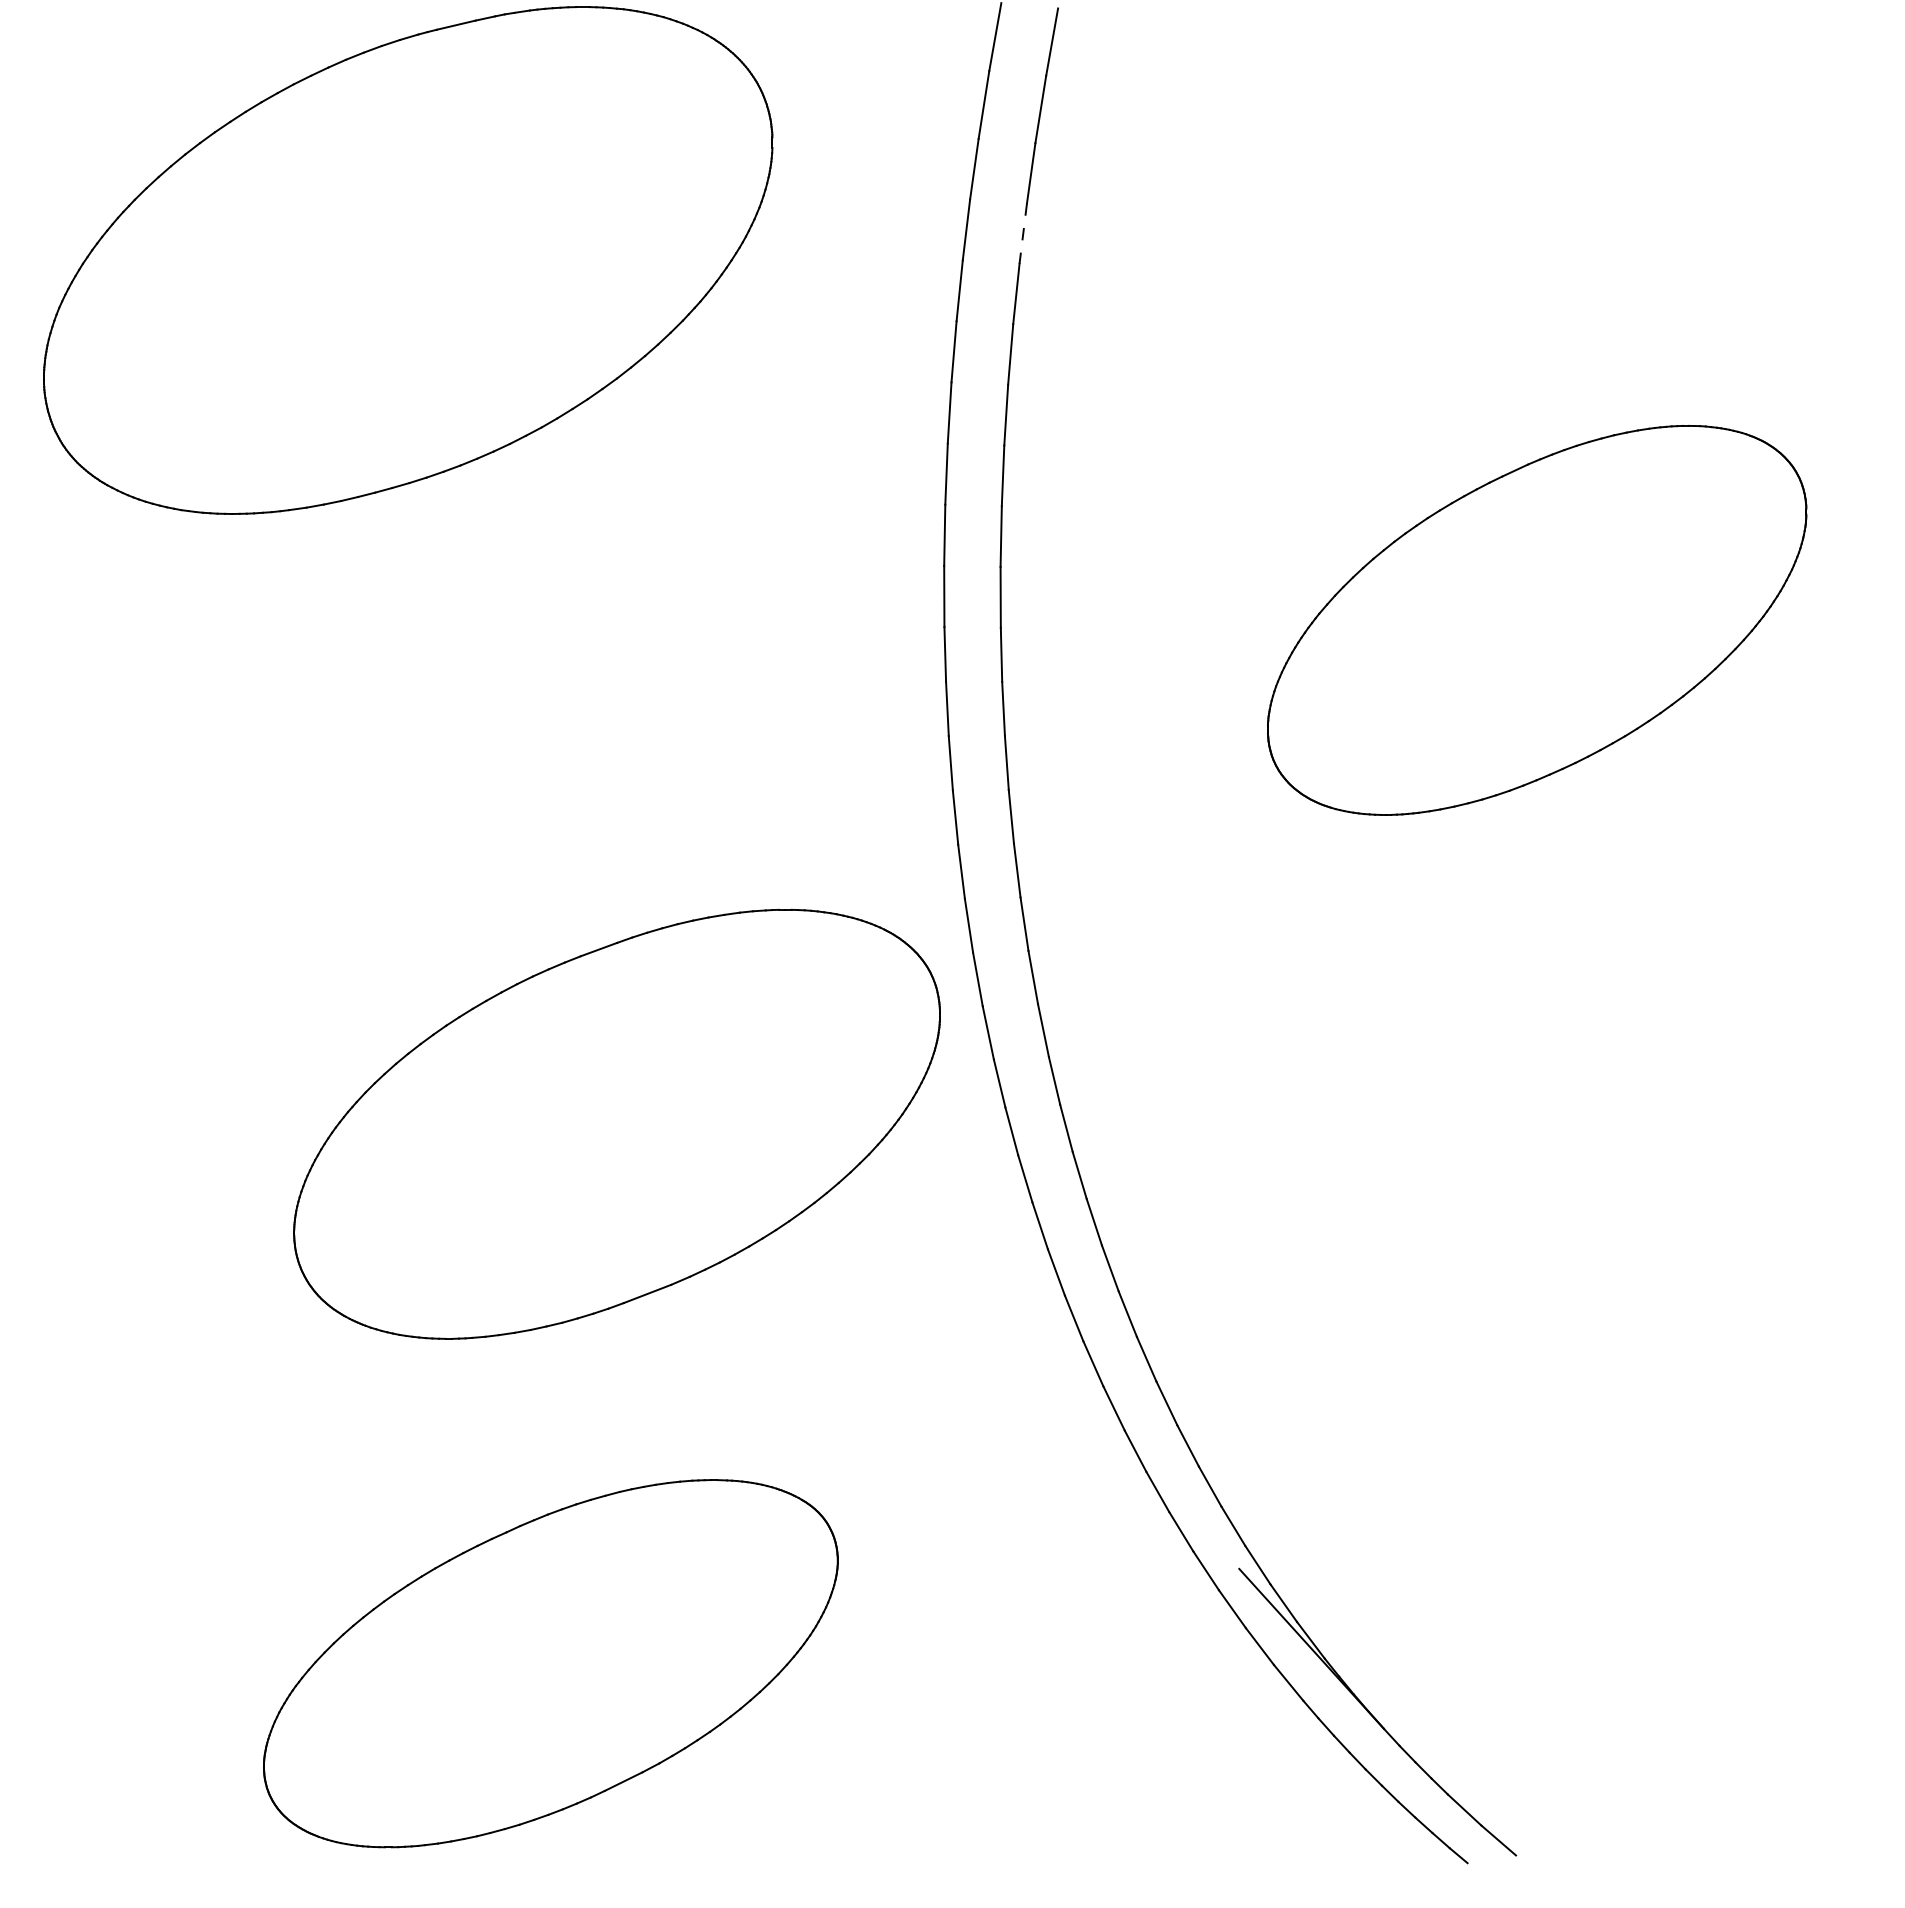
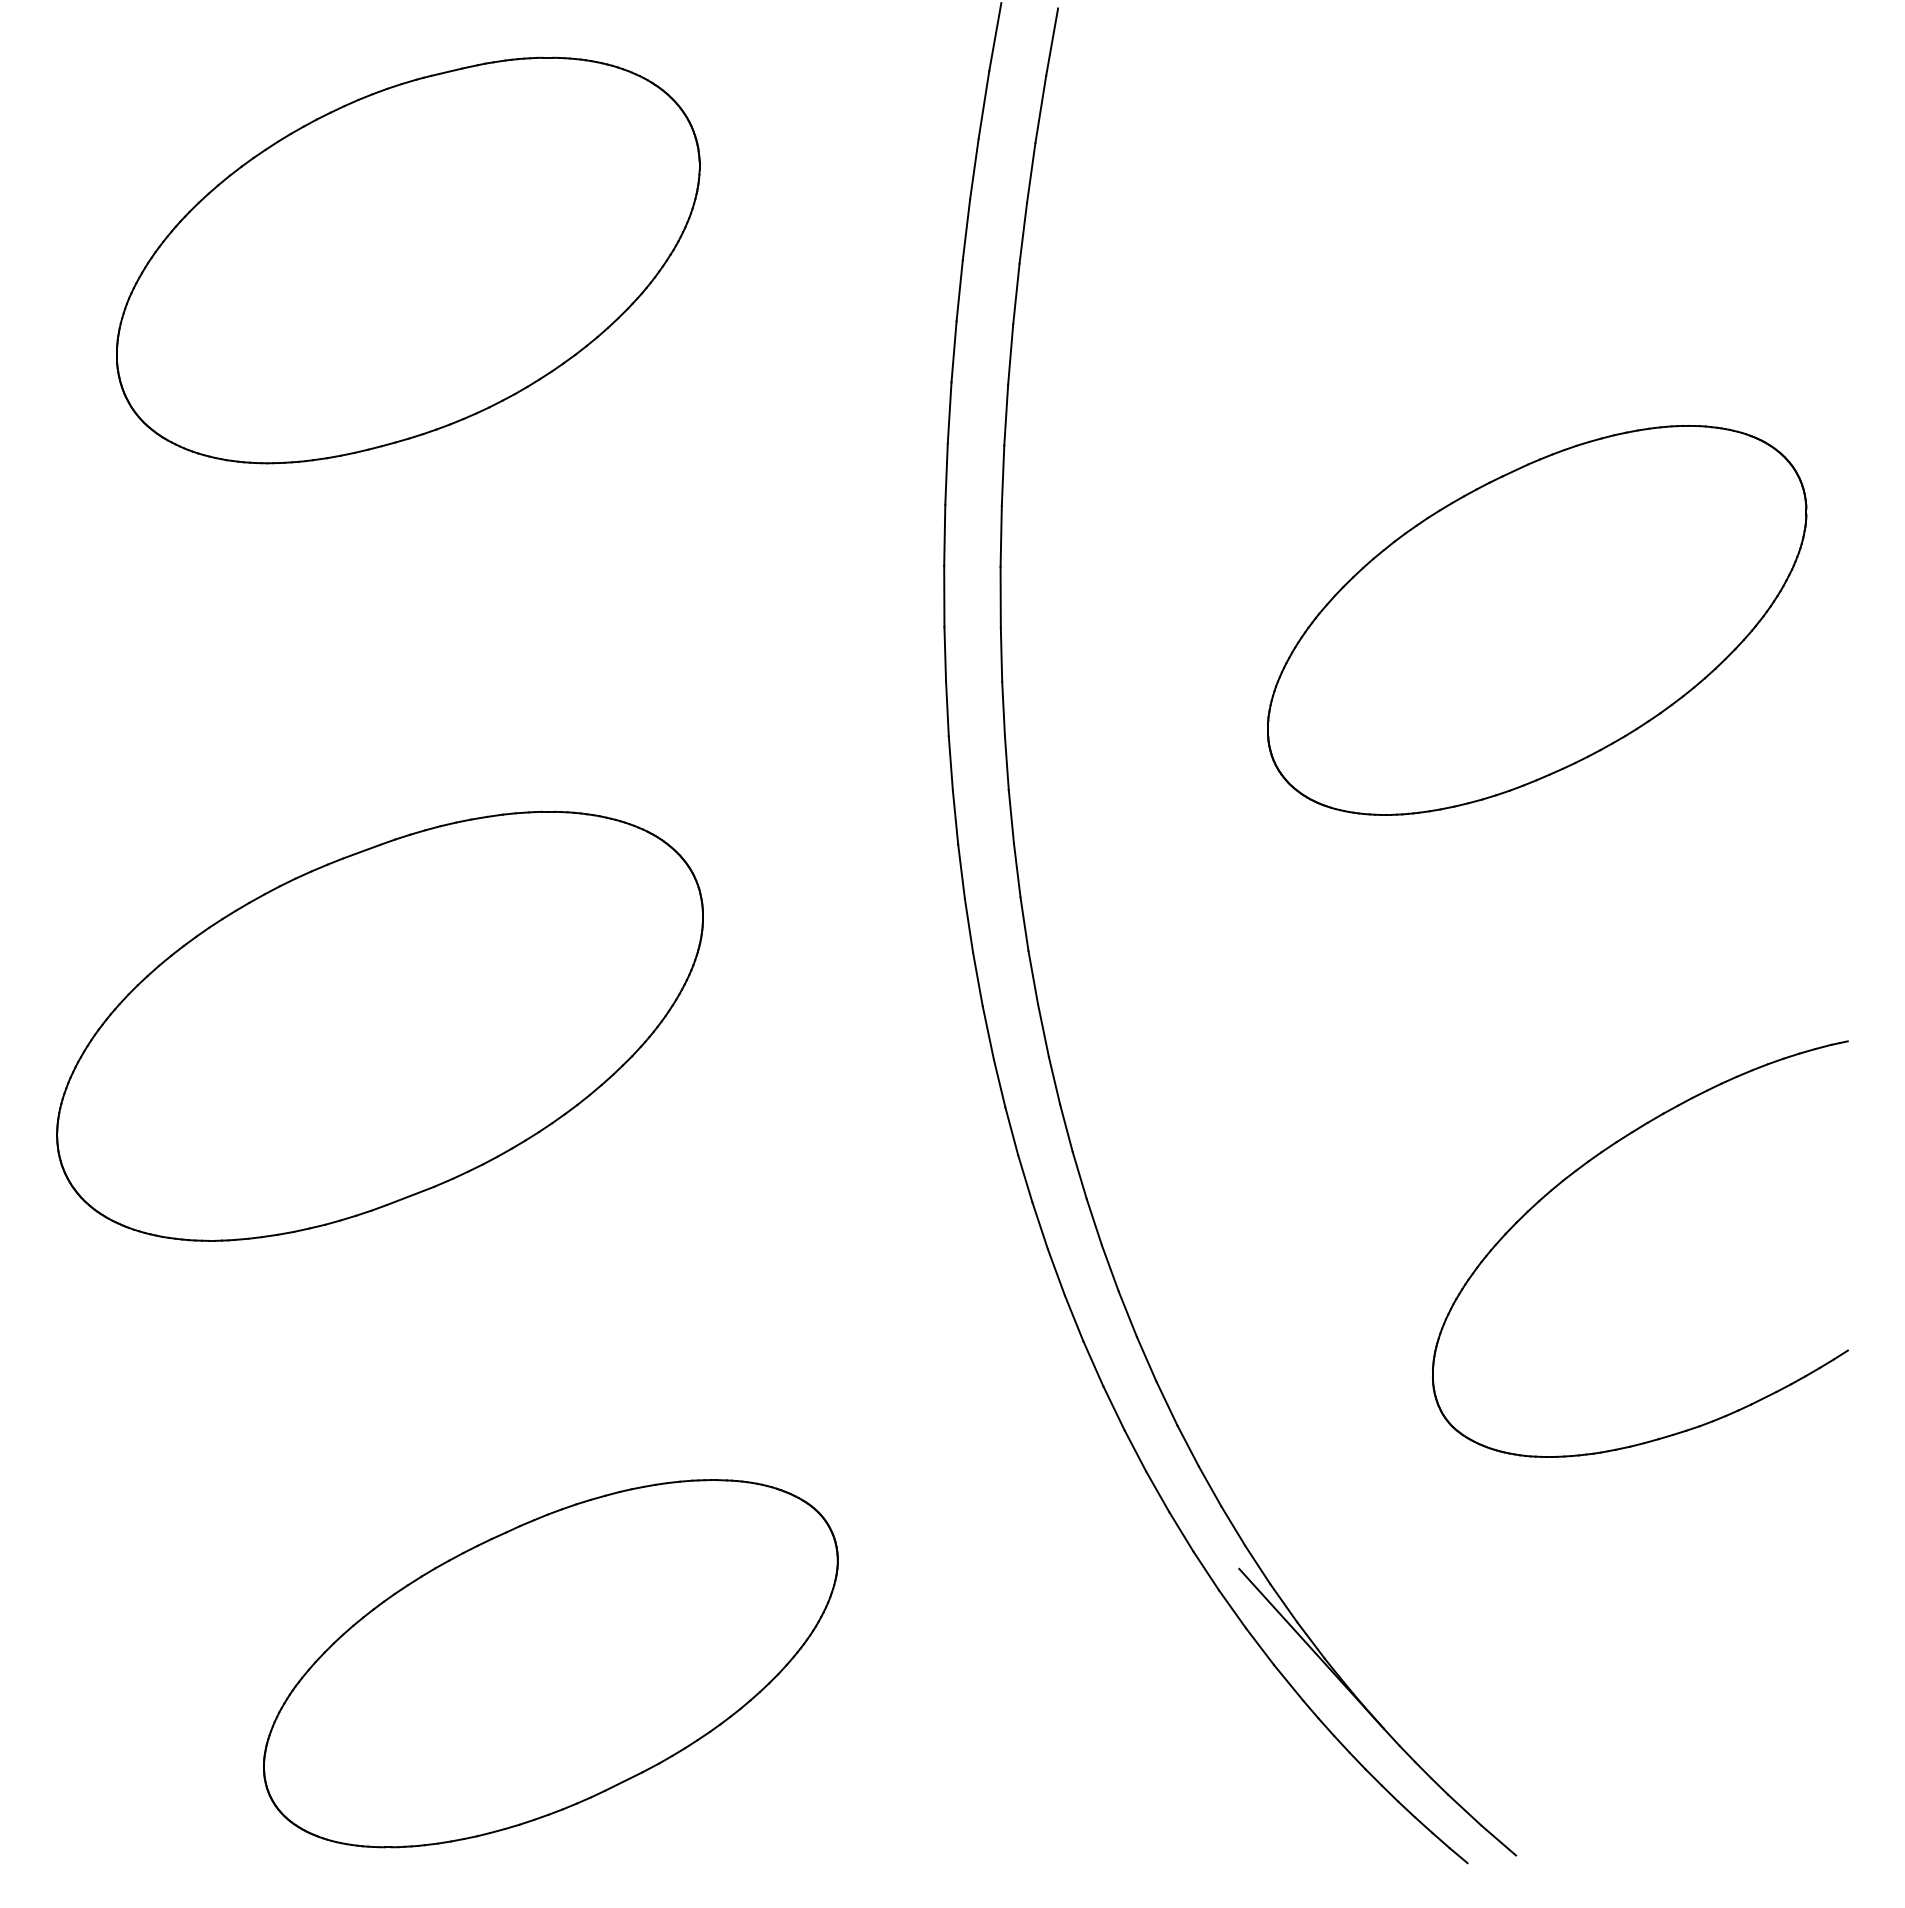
line at (1023, 234): dashed -> solid
part at (408, 260) size: 731x509 px -> 585x409 px
part at (616, 1123) position: (616, 1123) -> (379, 1025)
part at (1582, 1167): none -> present
